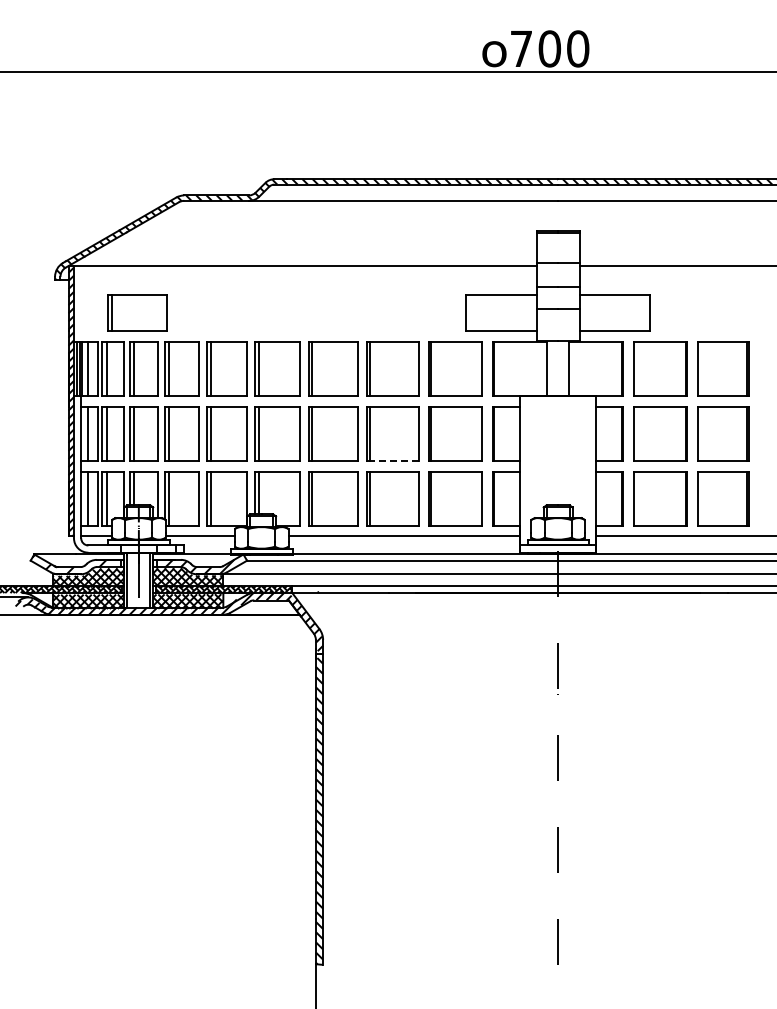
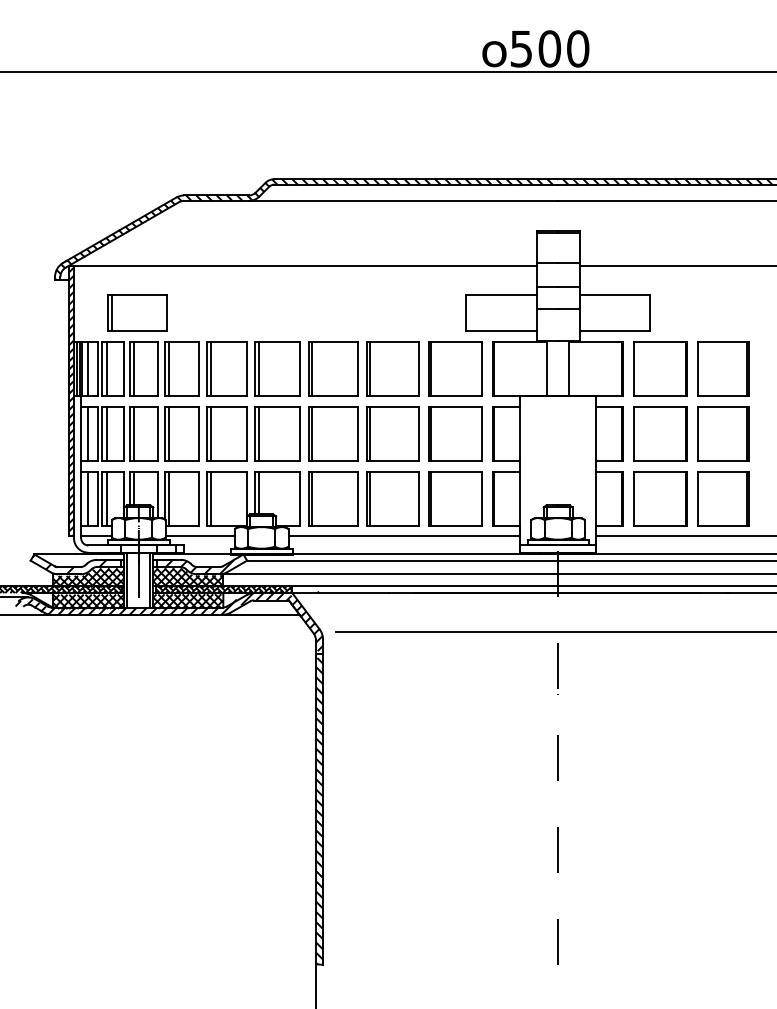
text at (520, 49): 700 -> 500
line at (394, 460): dashed -> solid
line at (554, 631): none -> present
